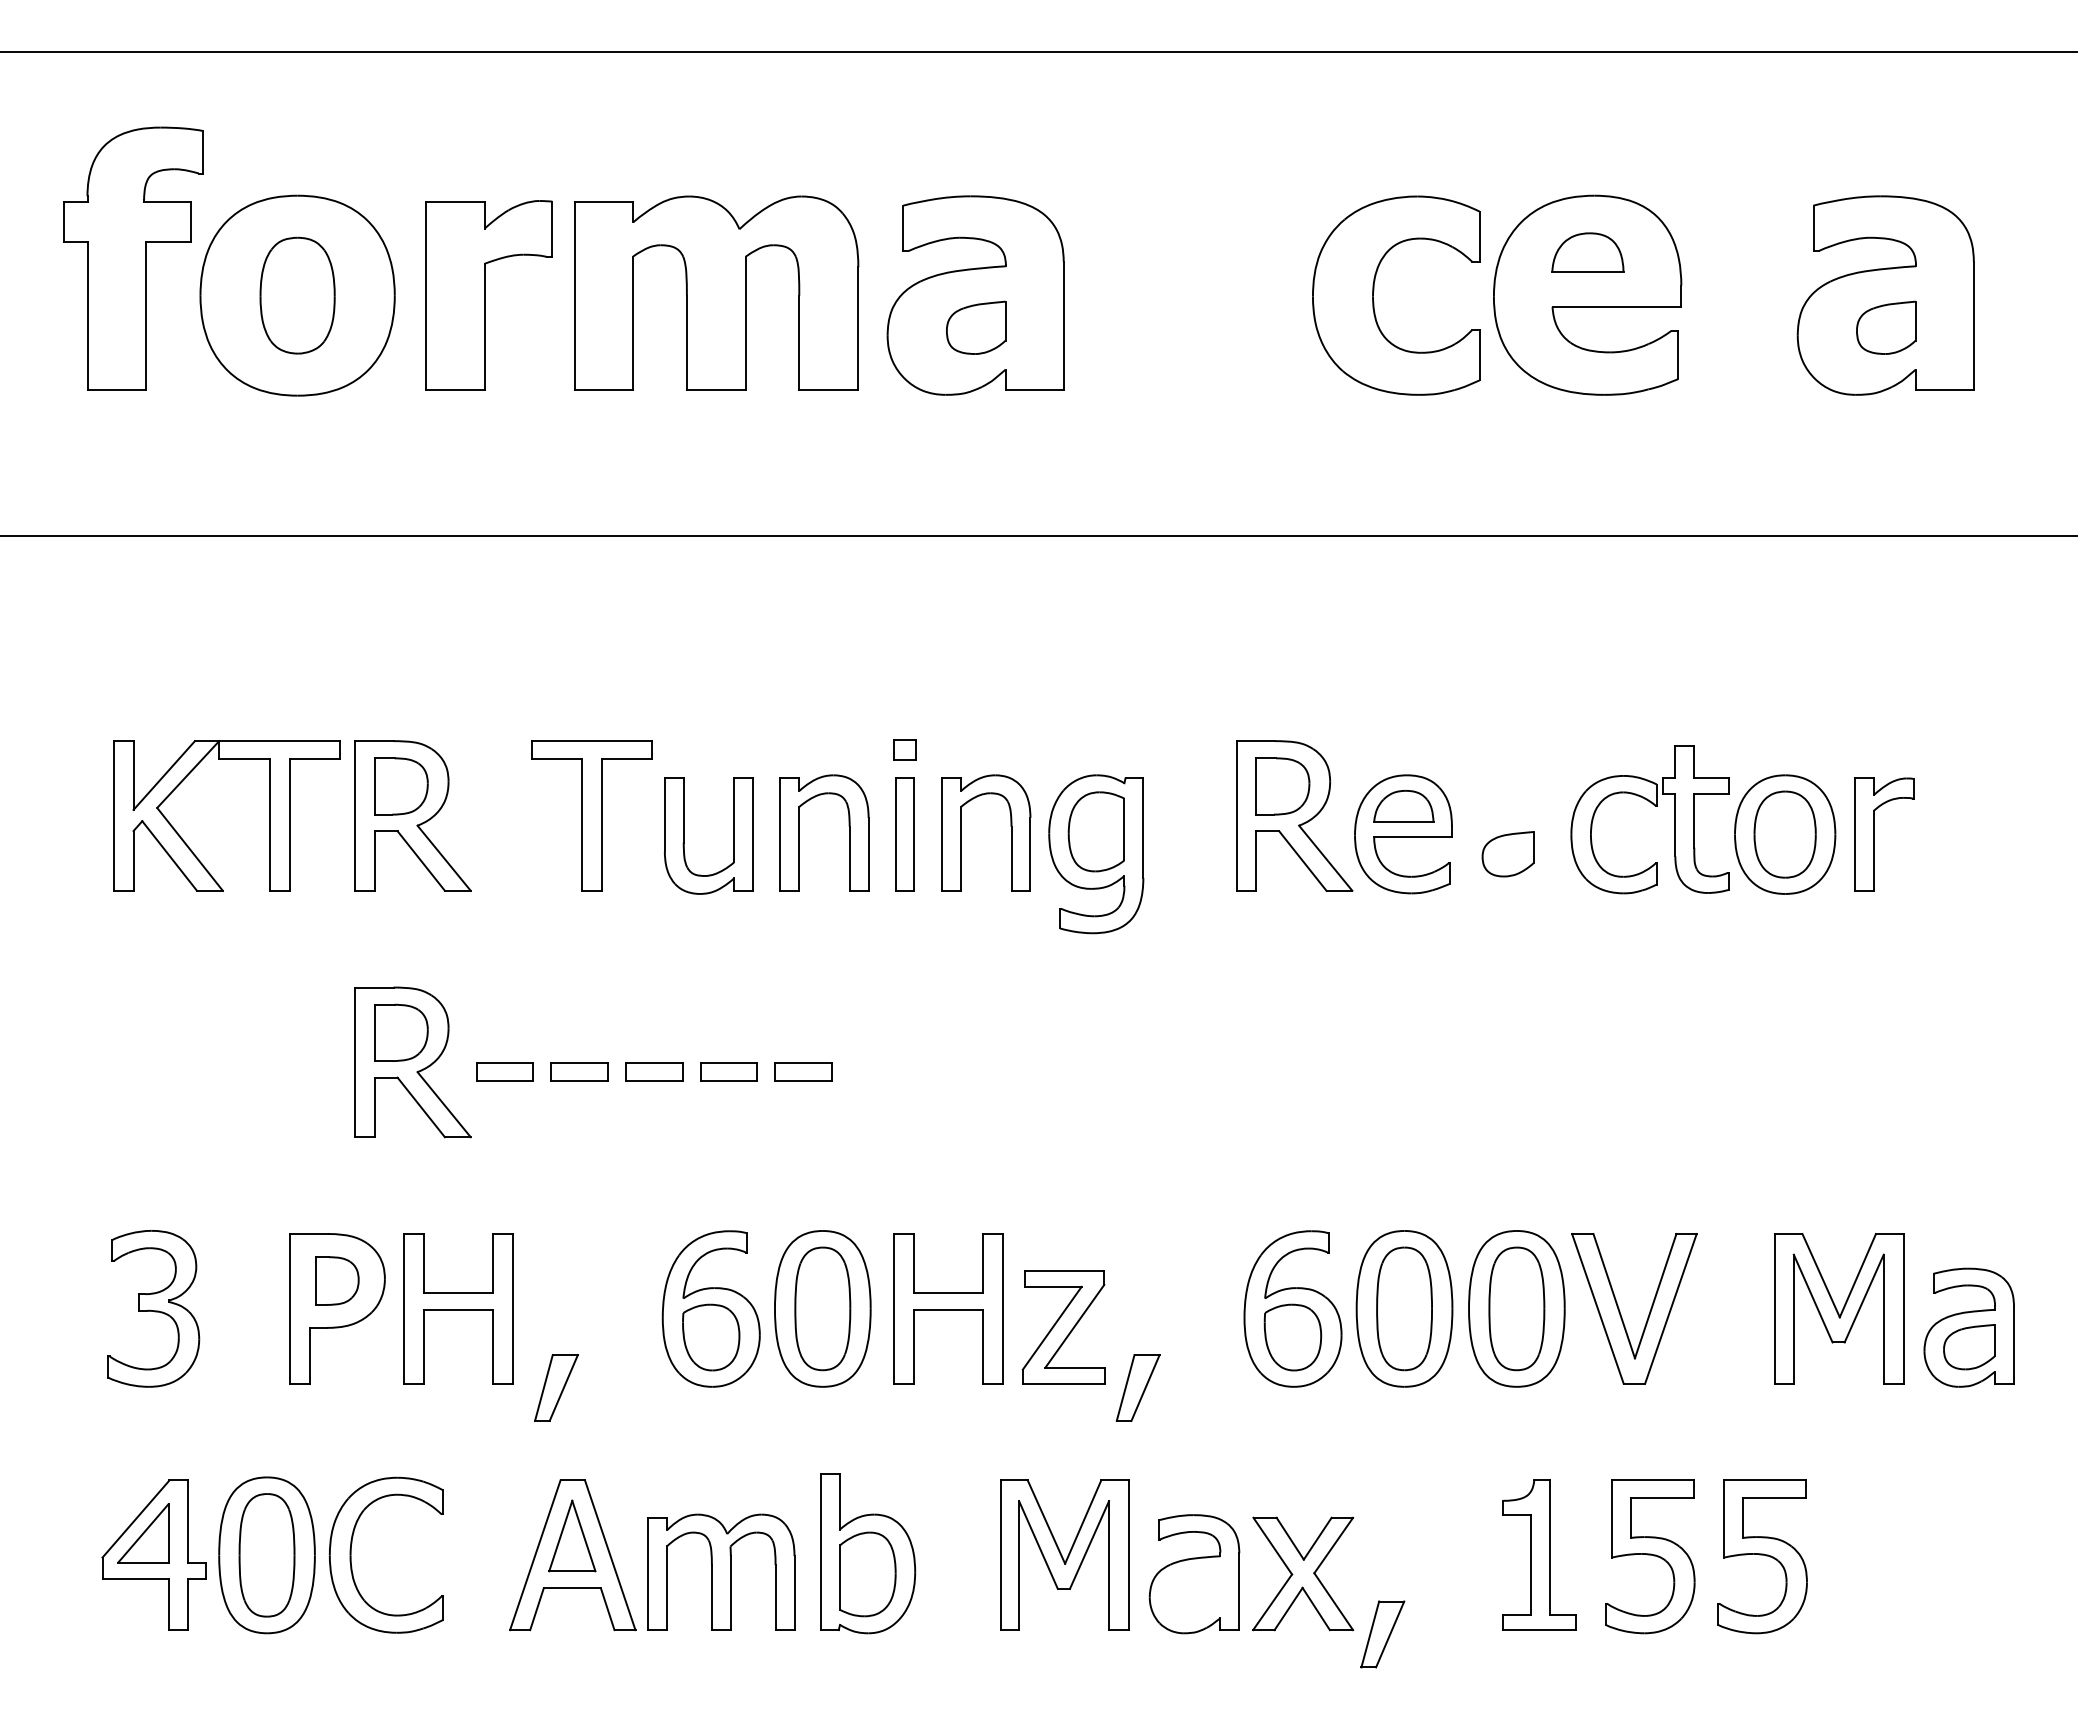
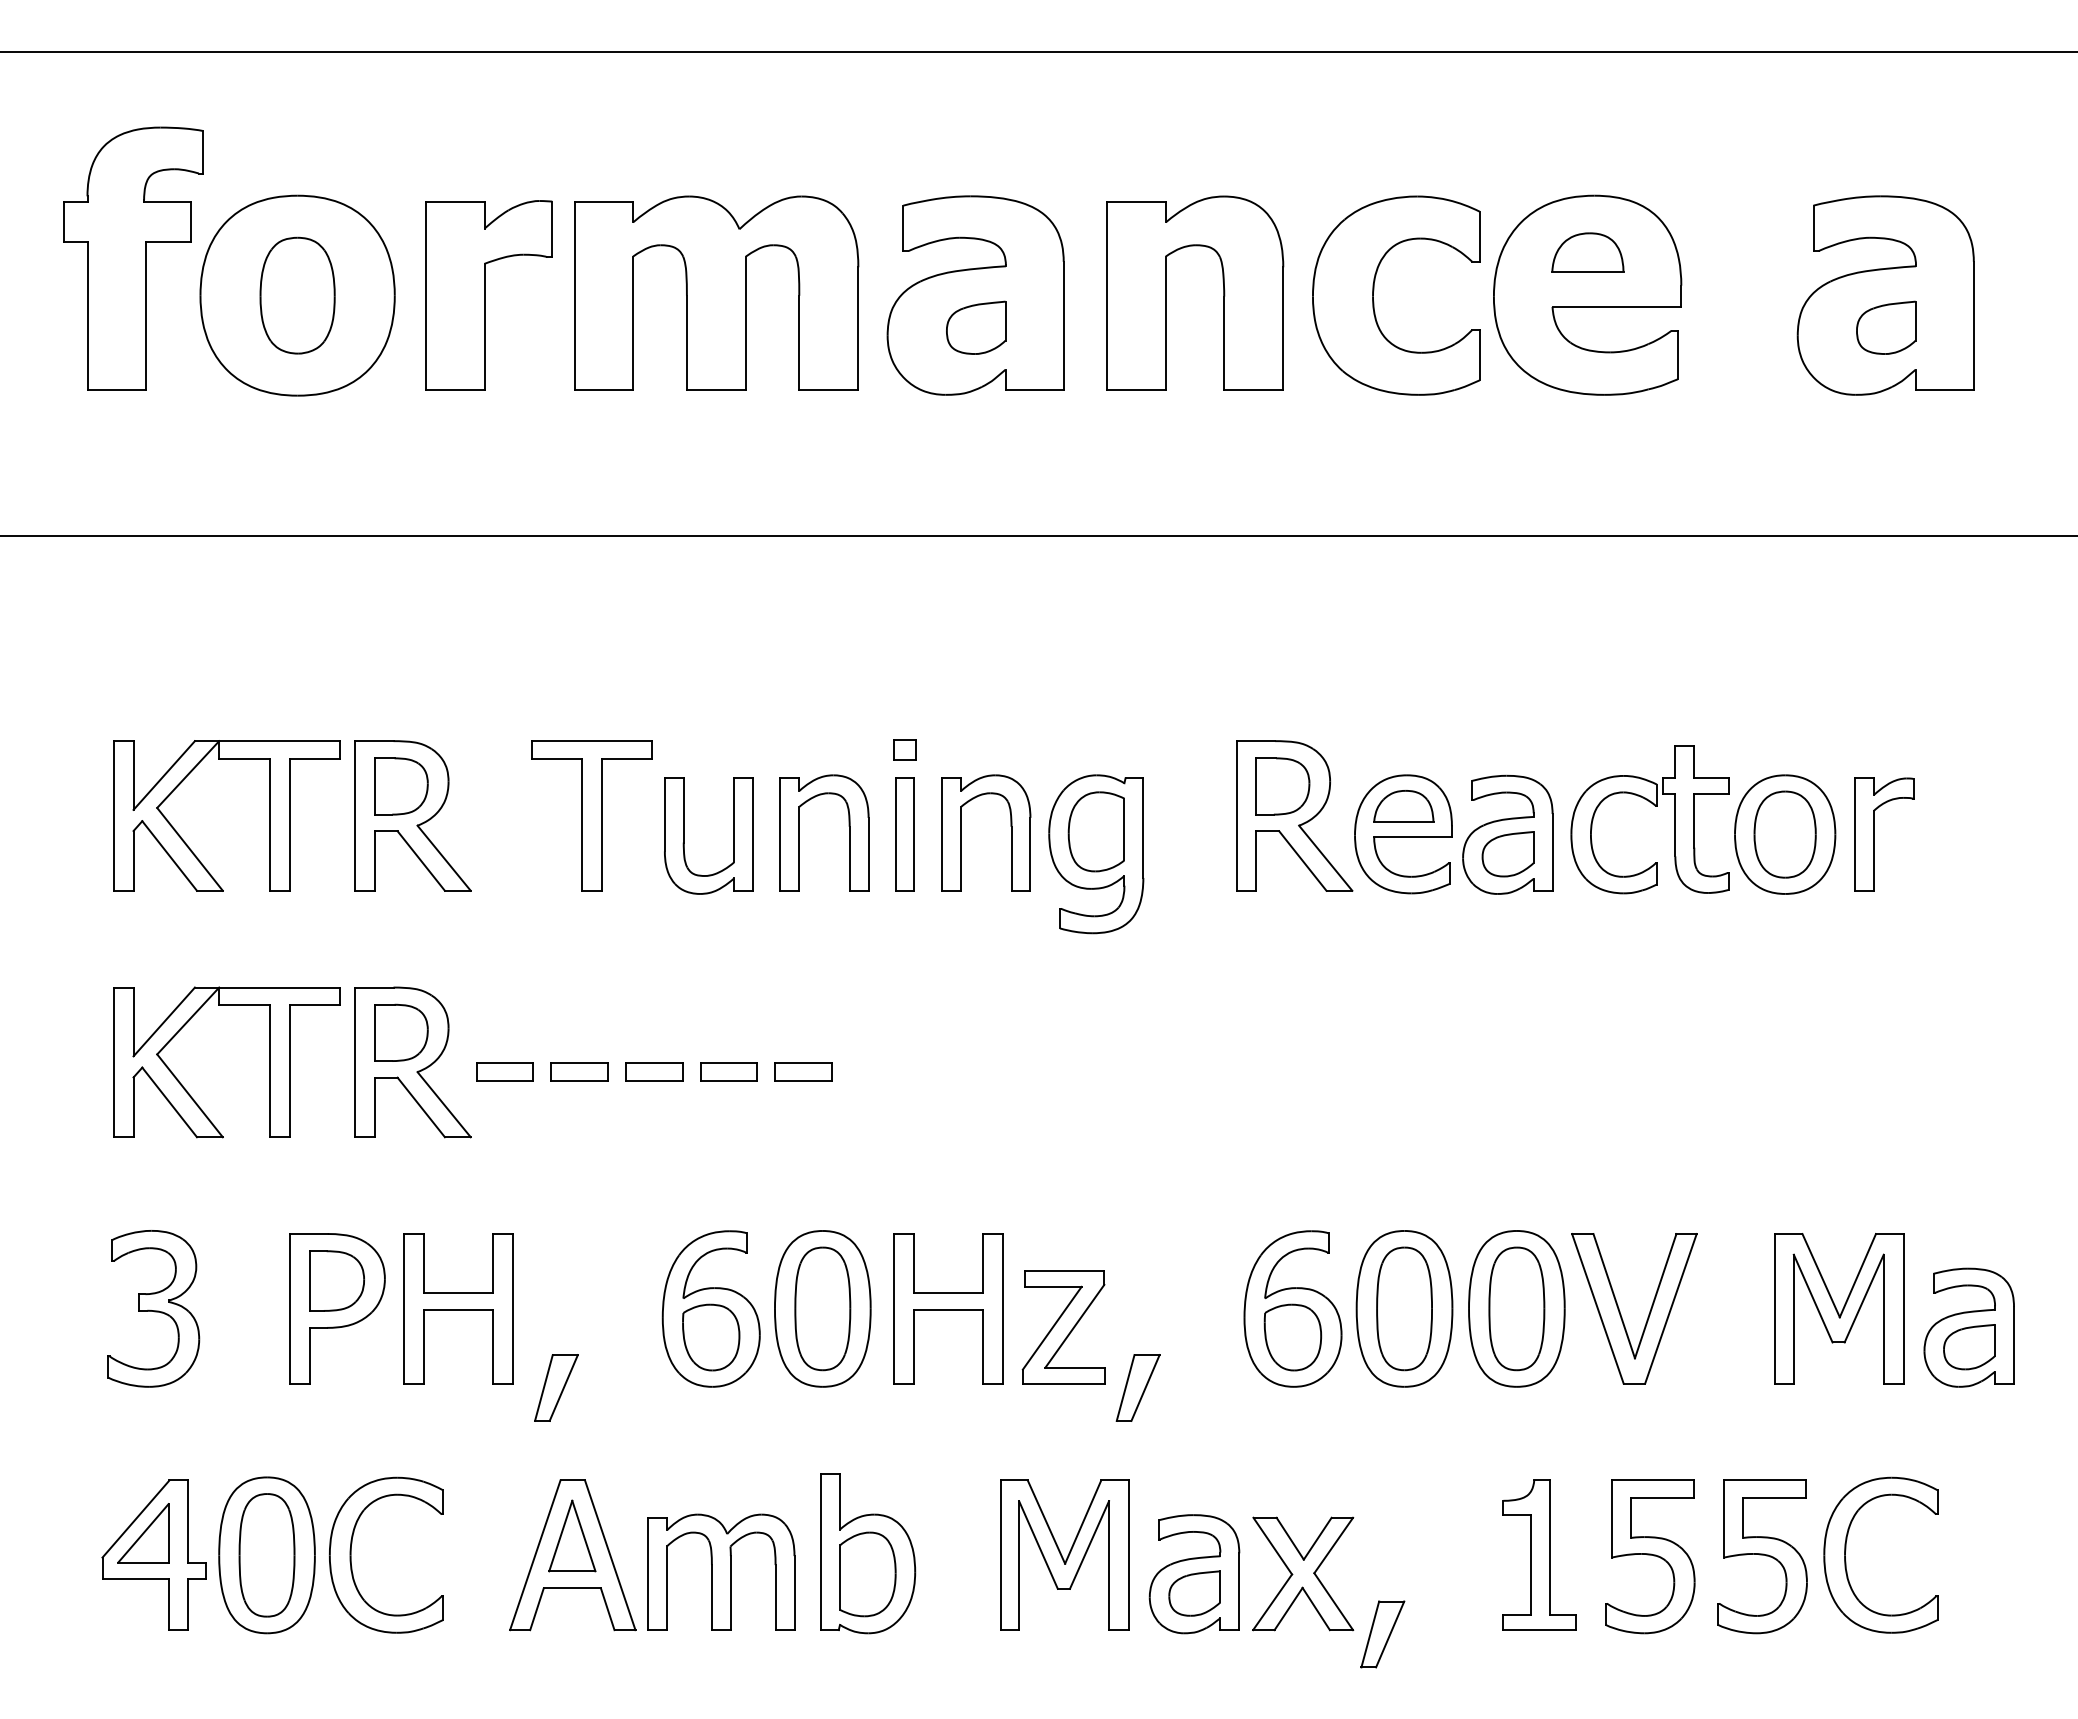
part at (1223, 292): none -> present
part at (1507, 834): none -> present
part at (269, 1062): none -> present
part at (337, 1280) size: 45x50 px -> 56x62 px
part at (1846, 1550): none -> present
part at (1194, 1593): none -> present
